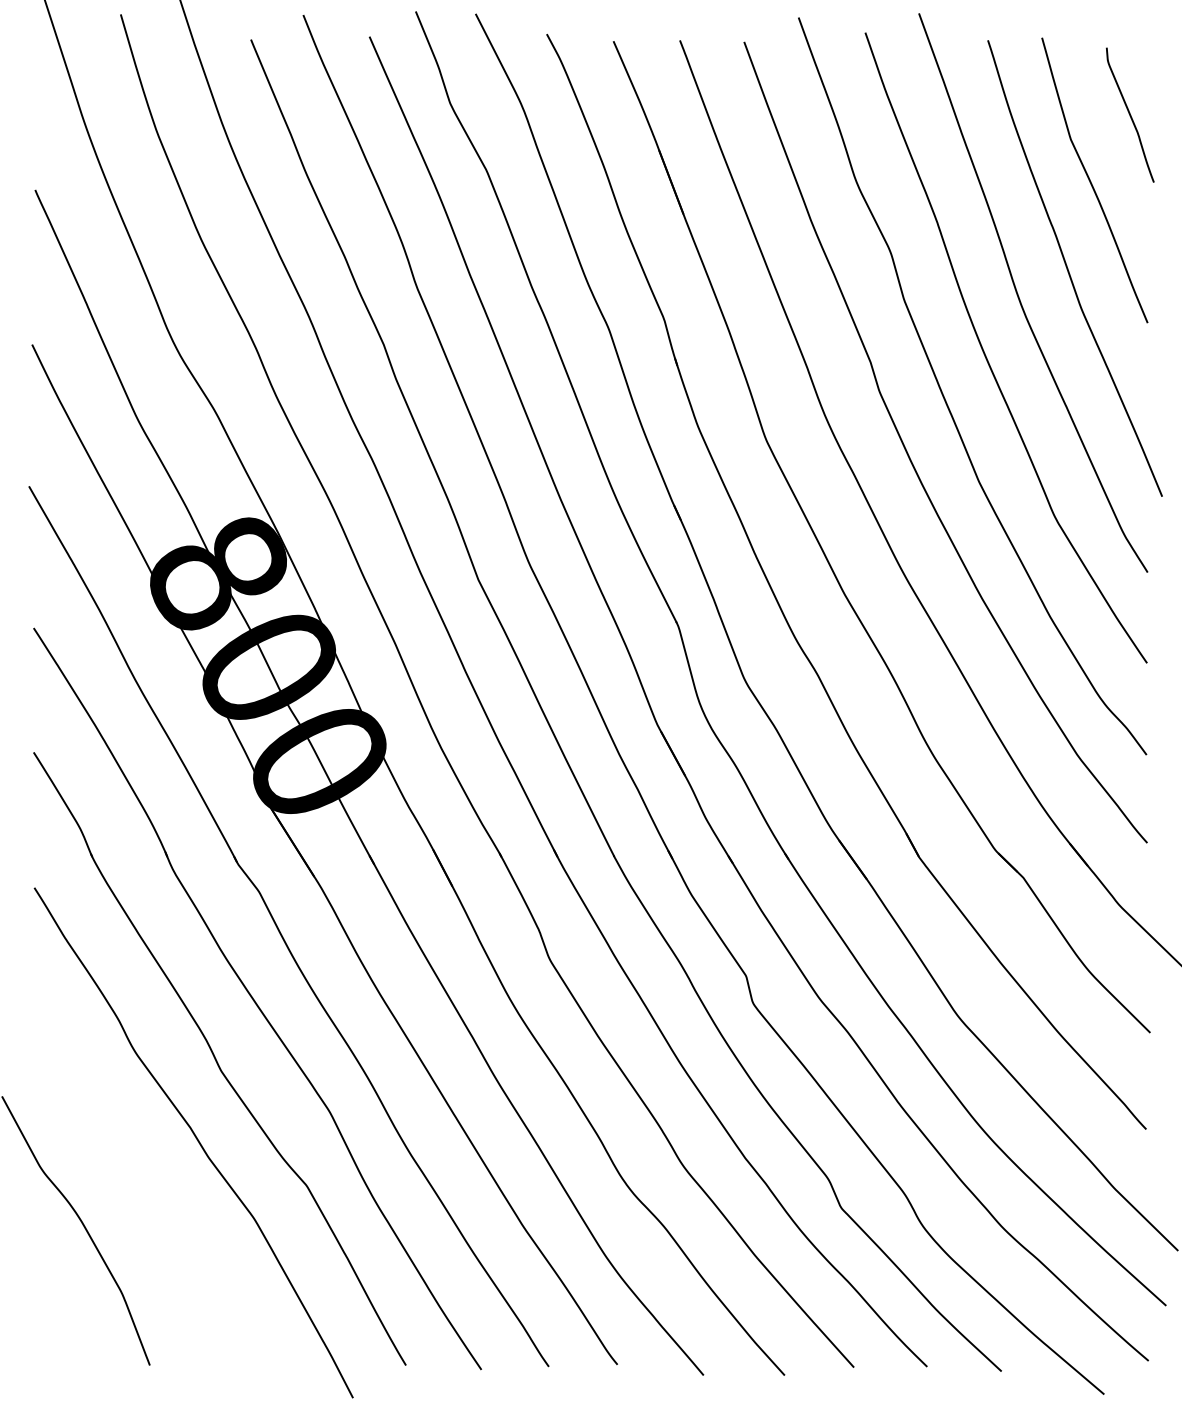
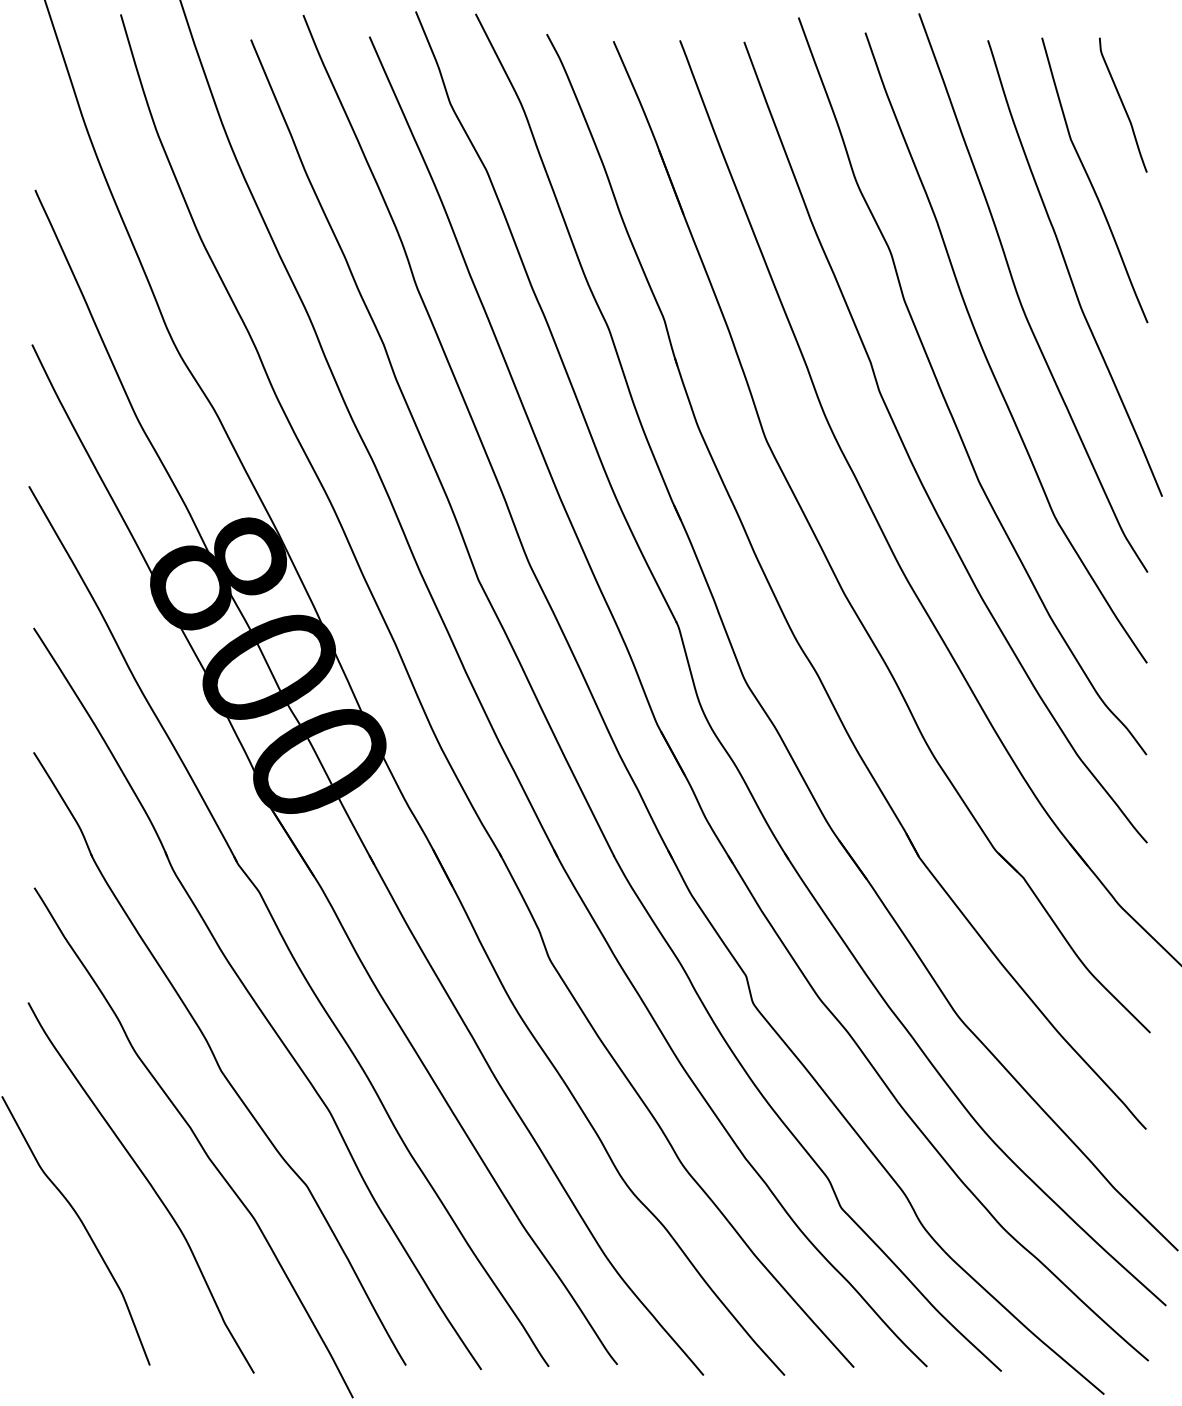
curve at (1130, 114) position: (1130, 114) -> (1123, 104)
curve at (148, 1183): none -> present
